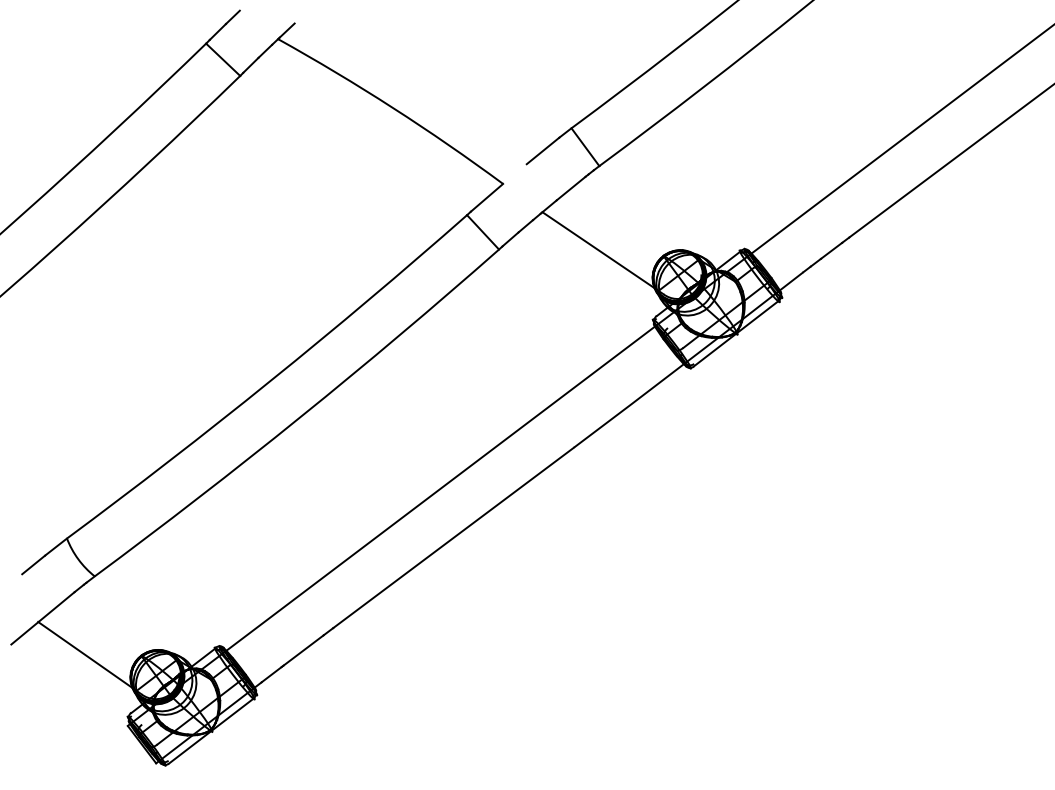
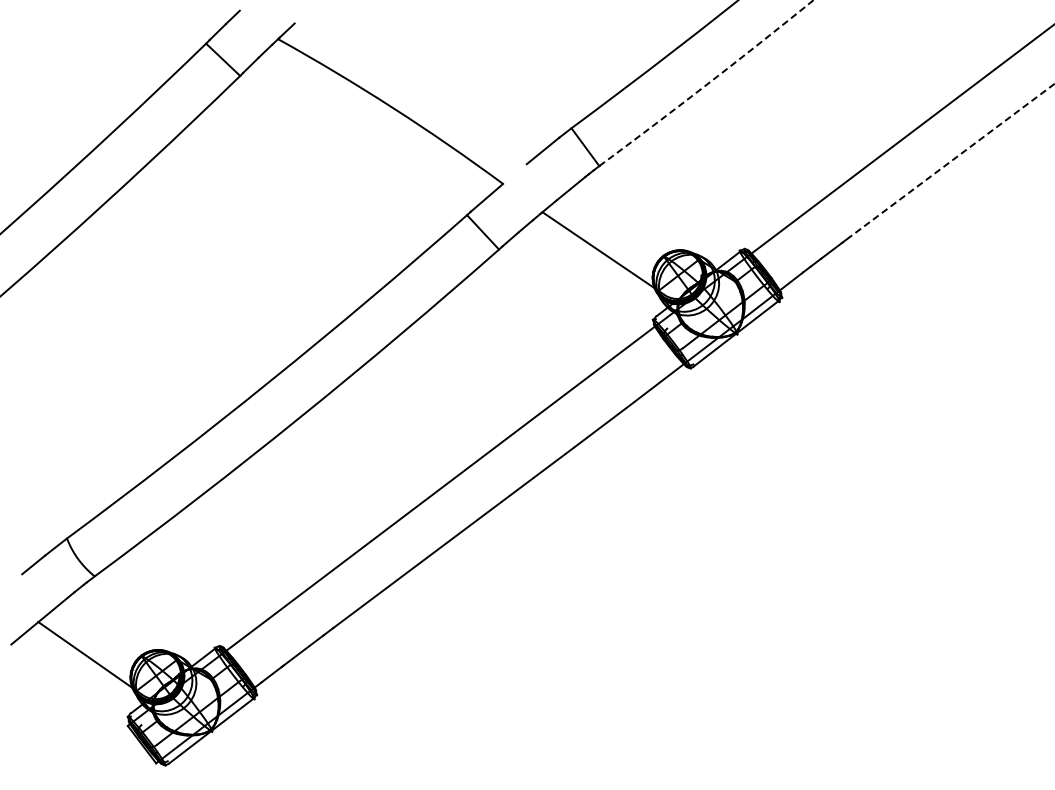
arc at (706, 84): solid -> dashed
line at (951, 160): solid -> dashed
